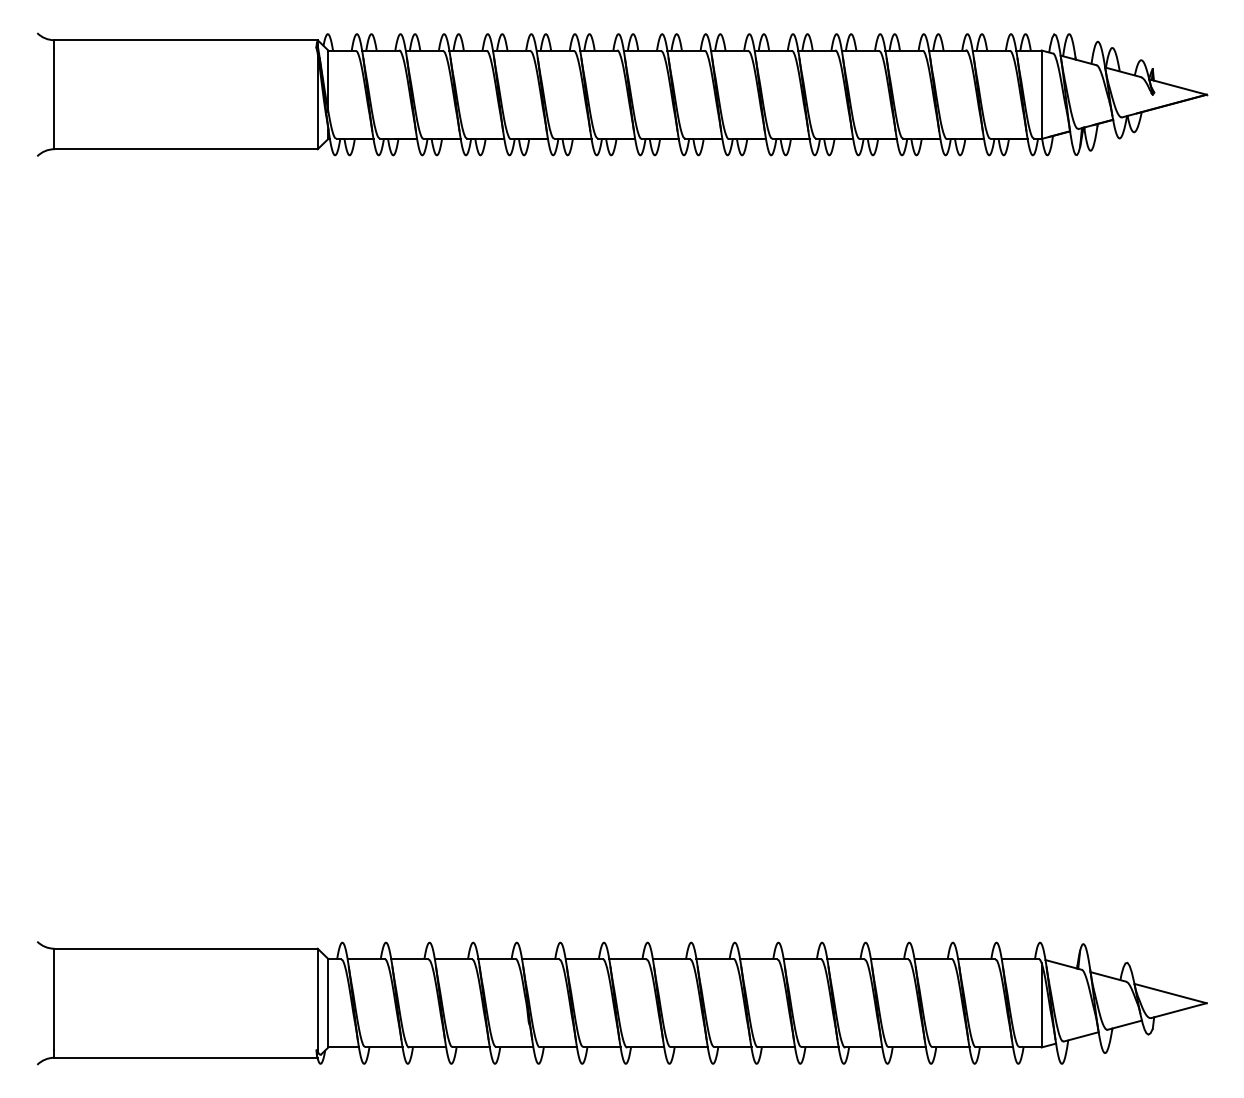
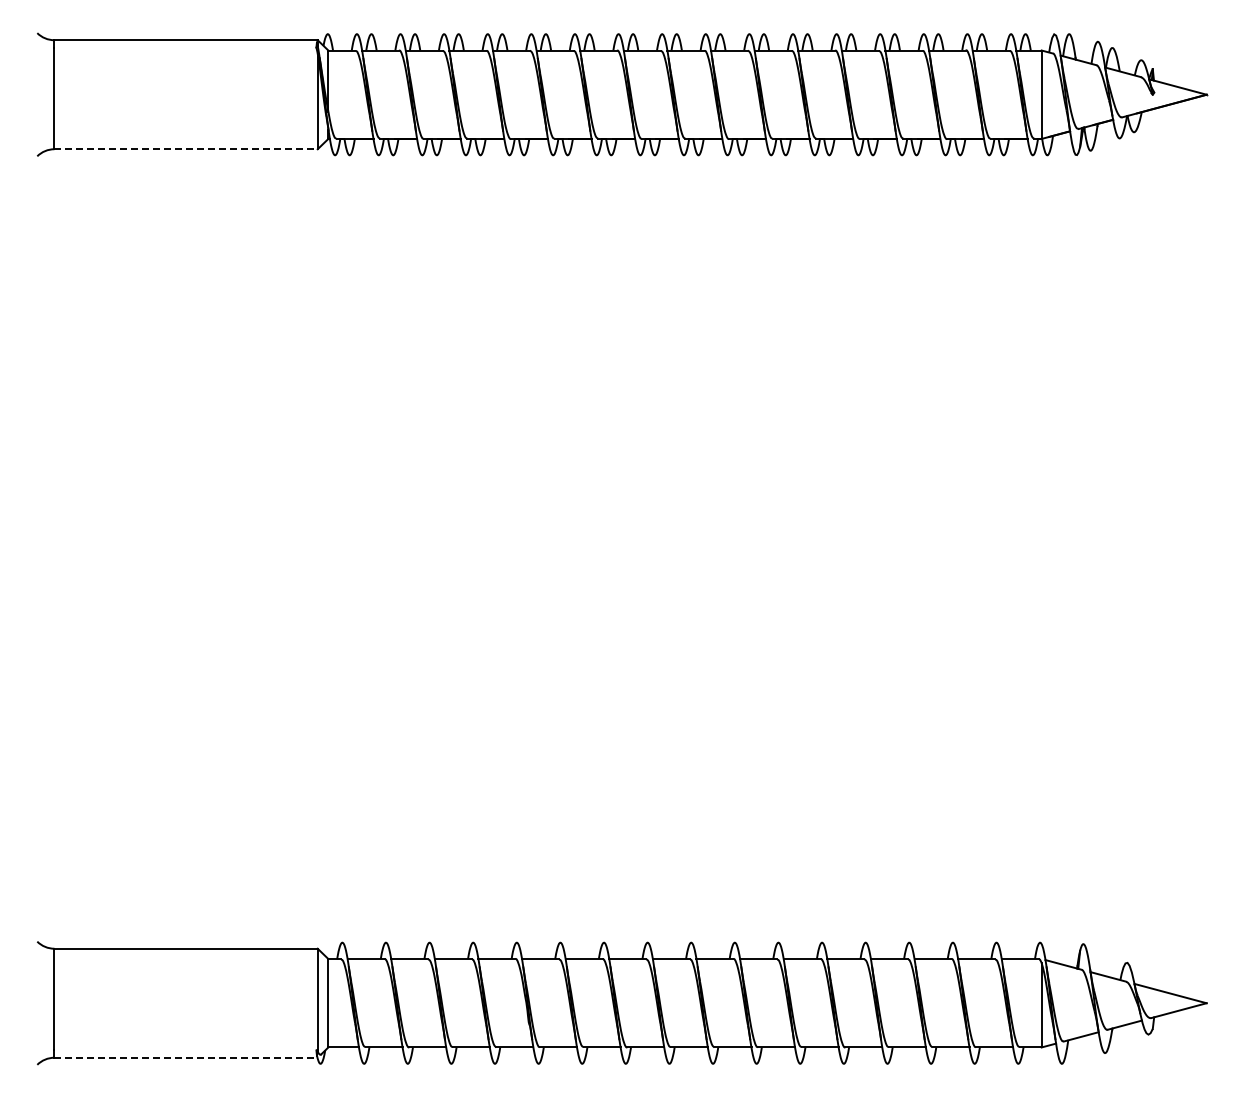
line at (186, 149): solid -> dashed
line at (186, 1057): solid -> dashed
